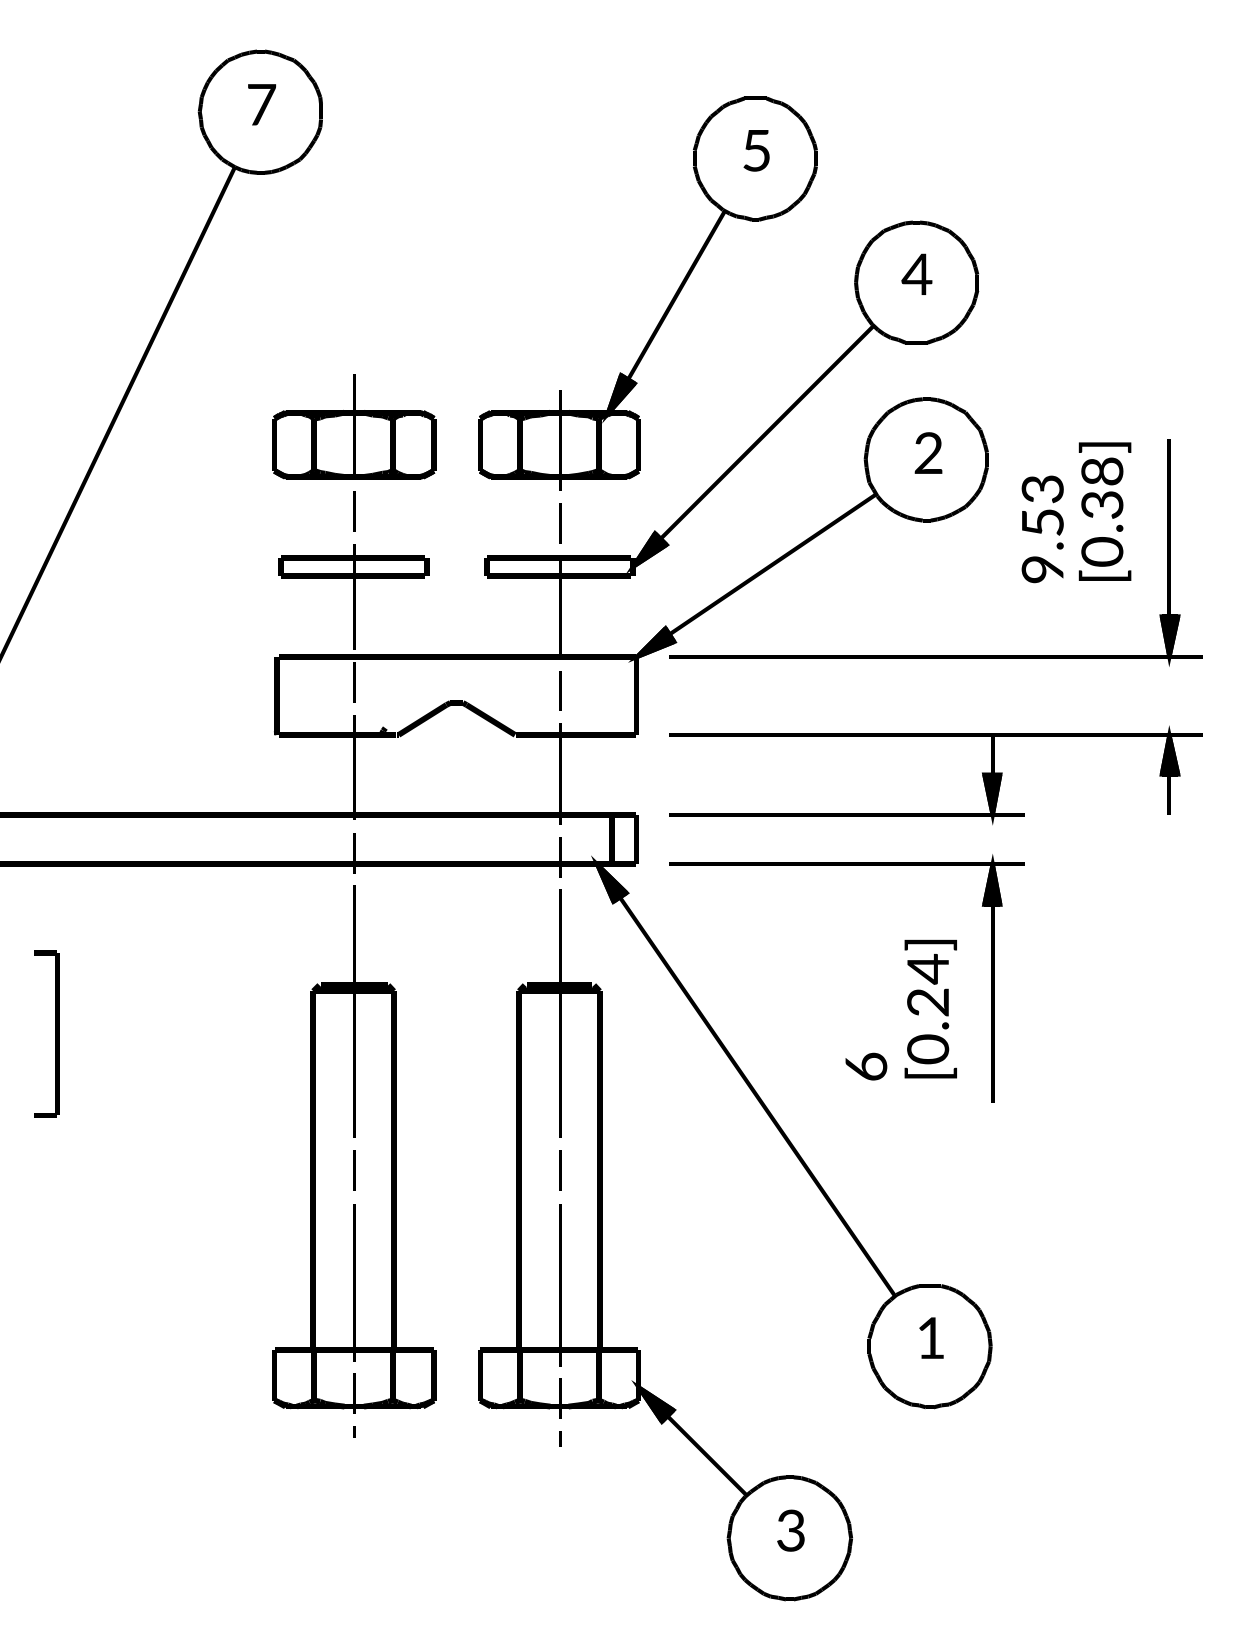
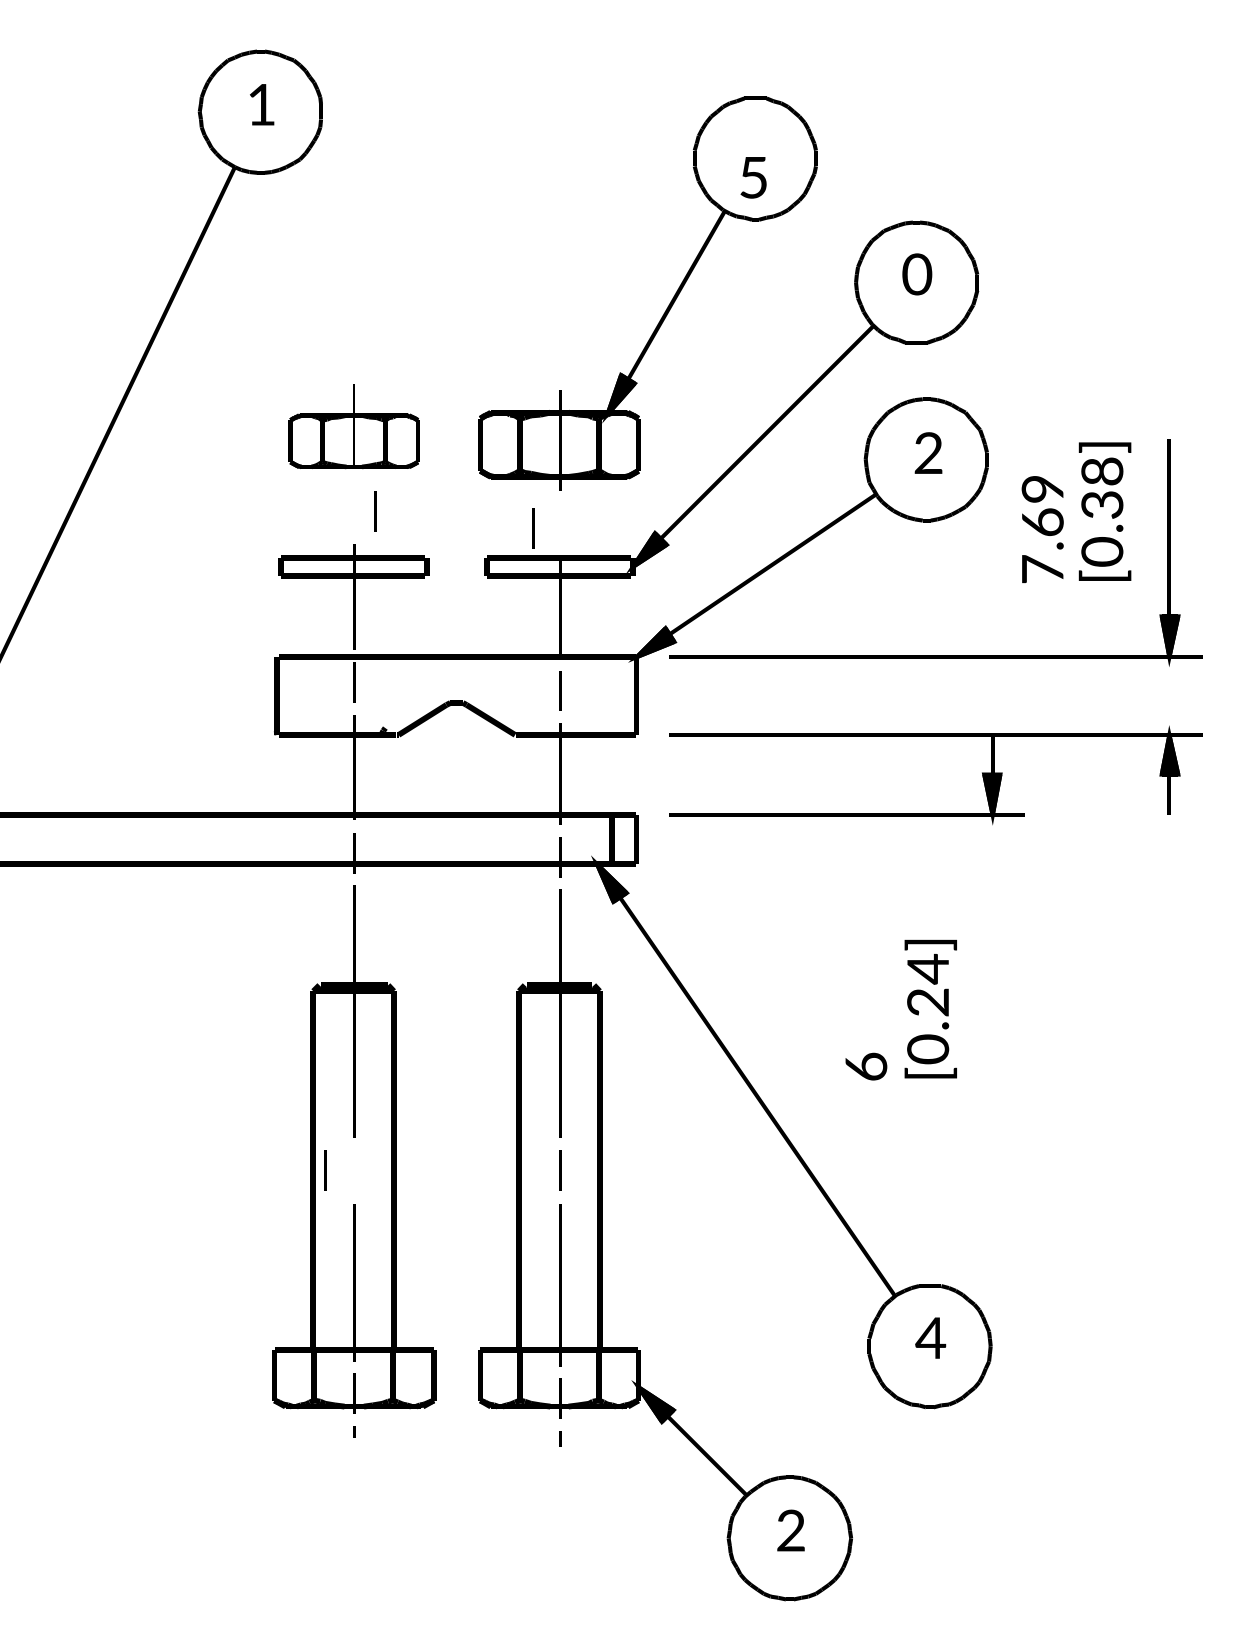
text at (262, 104): 7 -> 1
text at (756, 150) position: (756, 150) -> (753, 177)
text at (916, 274): 4 -> 0
part at (354, 426) size: 165x106 px -> 132x86 px
line at (354, 511) position: (354, 511) -> (375, 511)
line at (560, 523) position: (560, 523) -> (533, 528)
text at (1042, 529): 9.53 -> 7.69
part at (846, 865): present -> none
part at (55, 1033): present -> none
line at (354, 1170) position: (354, 1170) -> (325, 1170)
text at (930, 1337): 1 -> 4
text at (790, 1531): 3 -> 2
